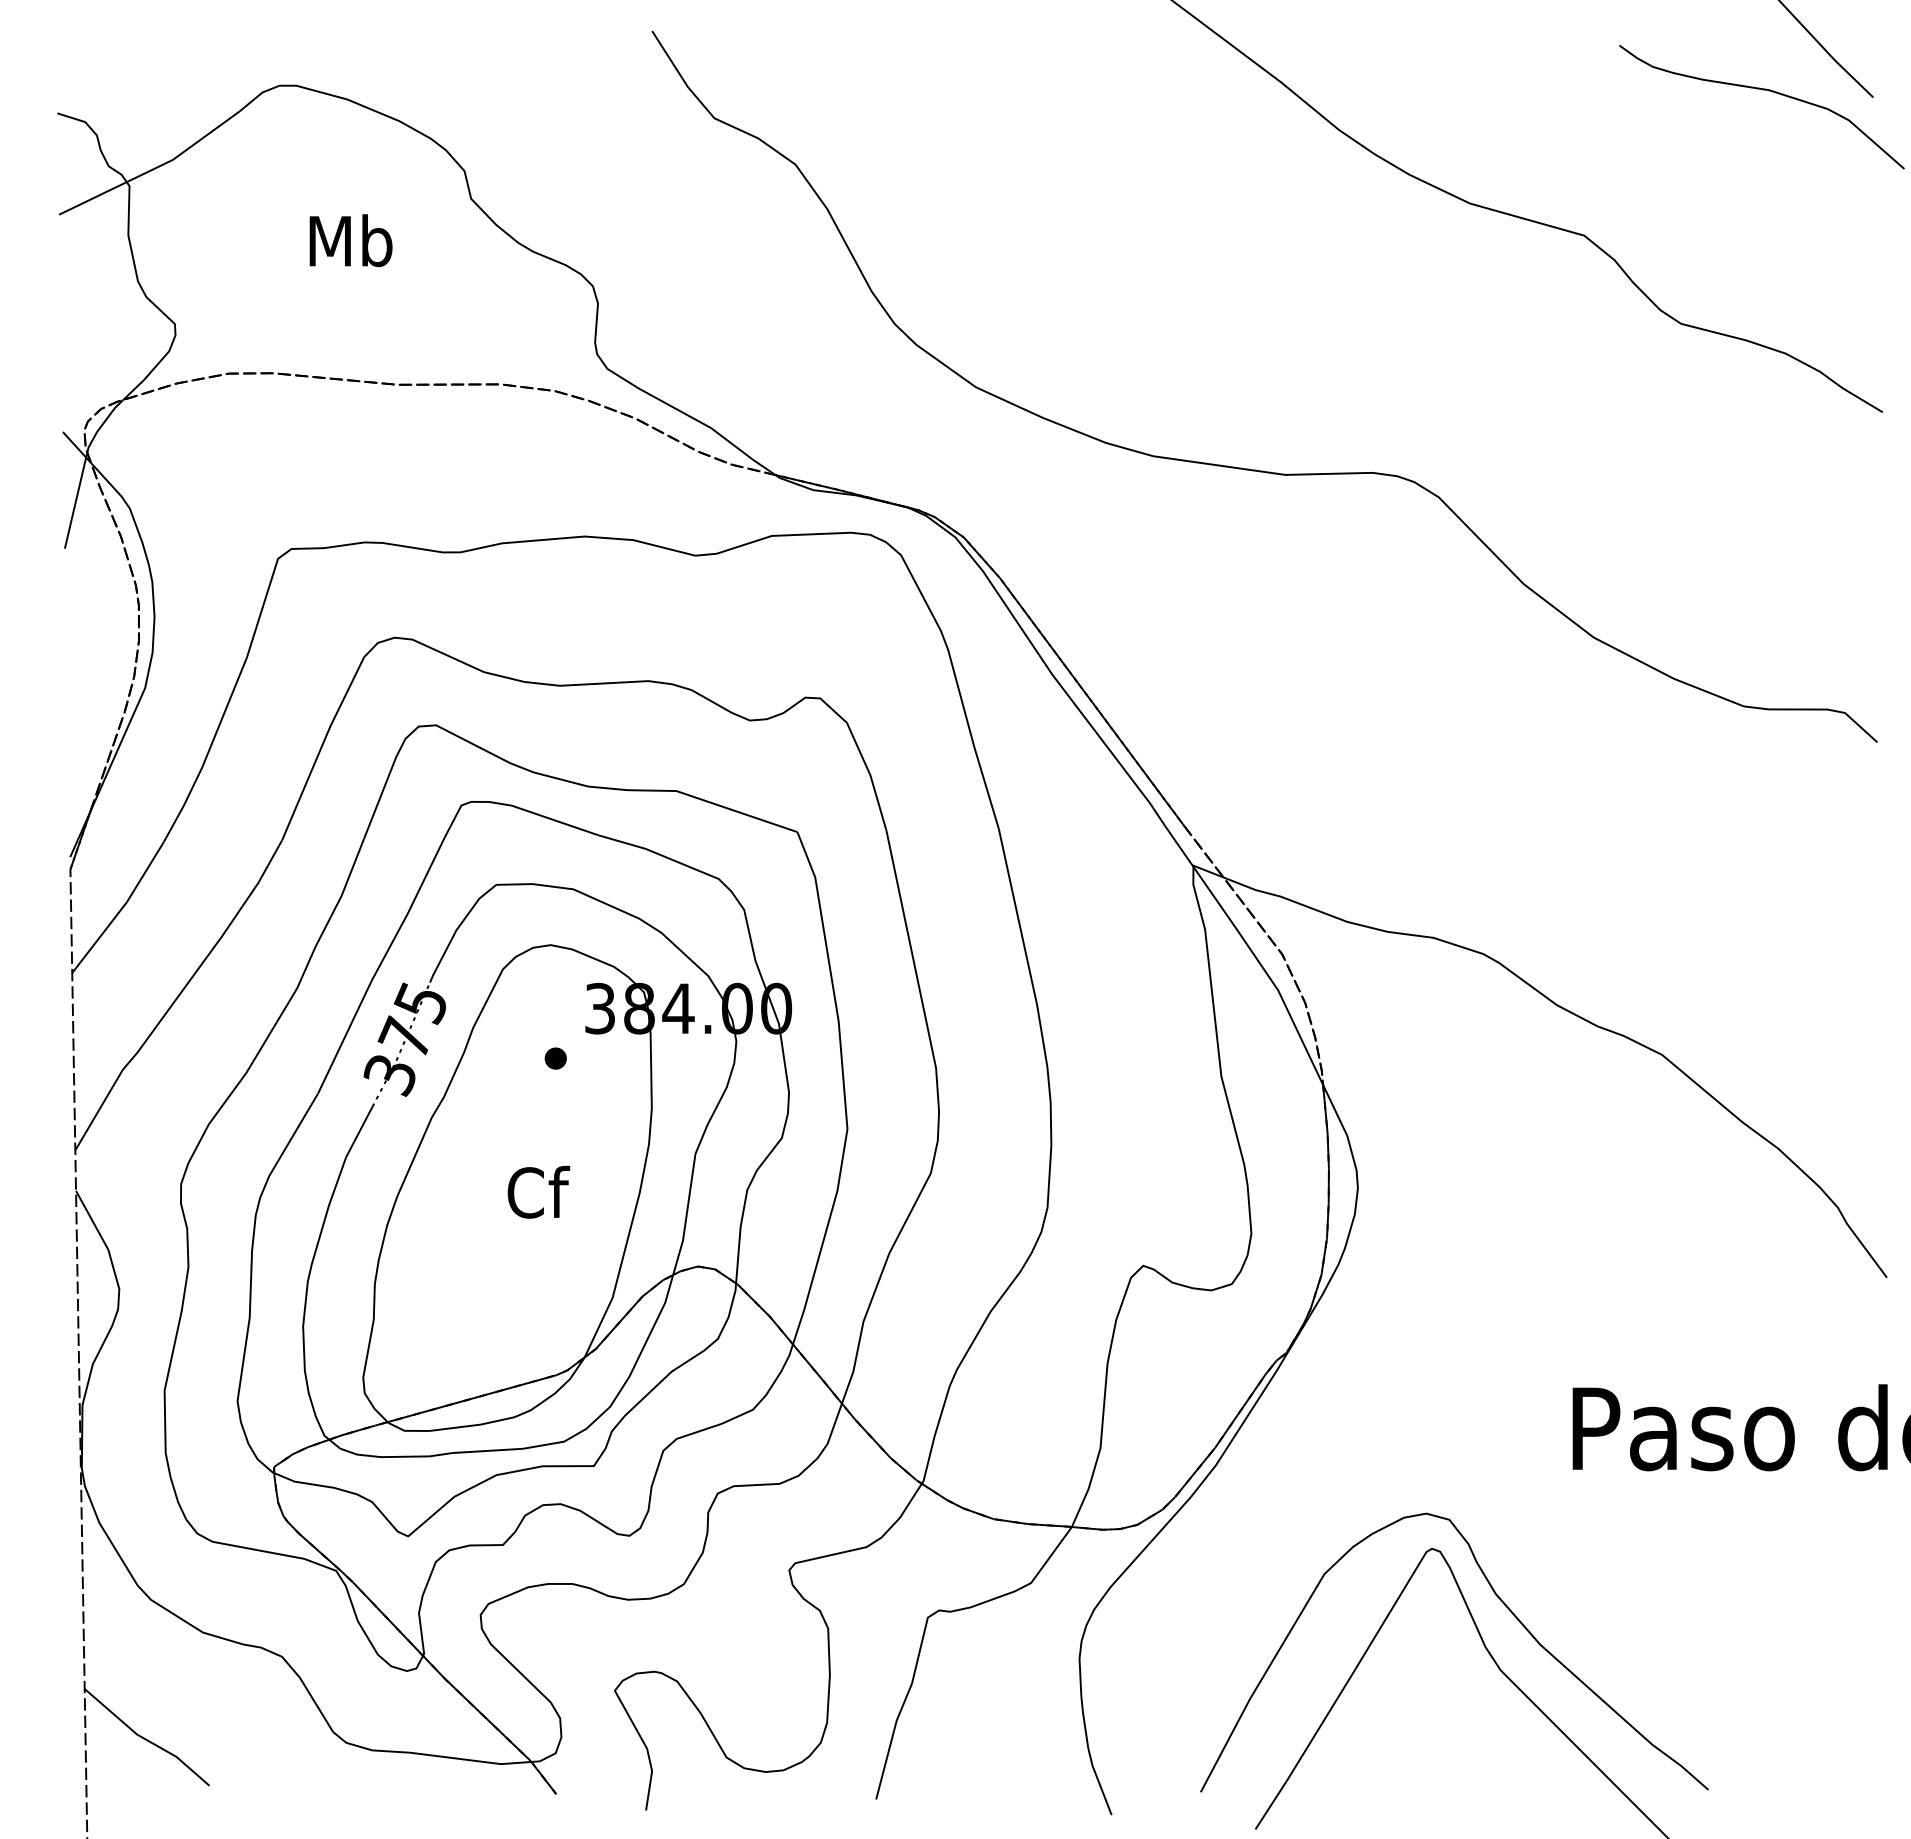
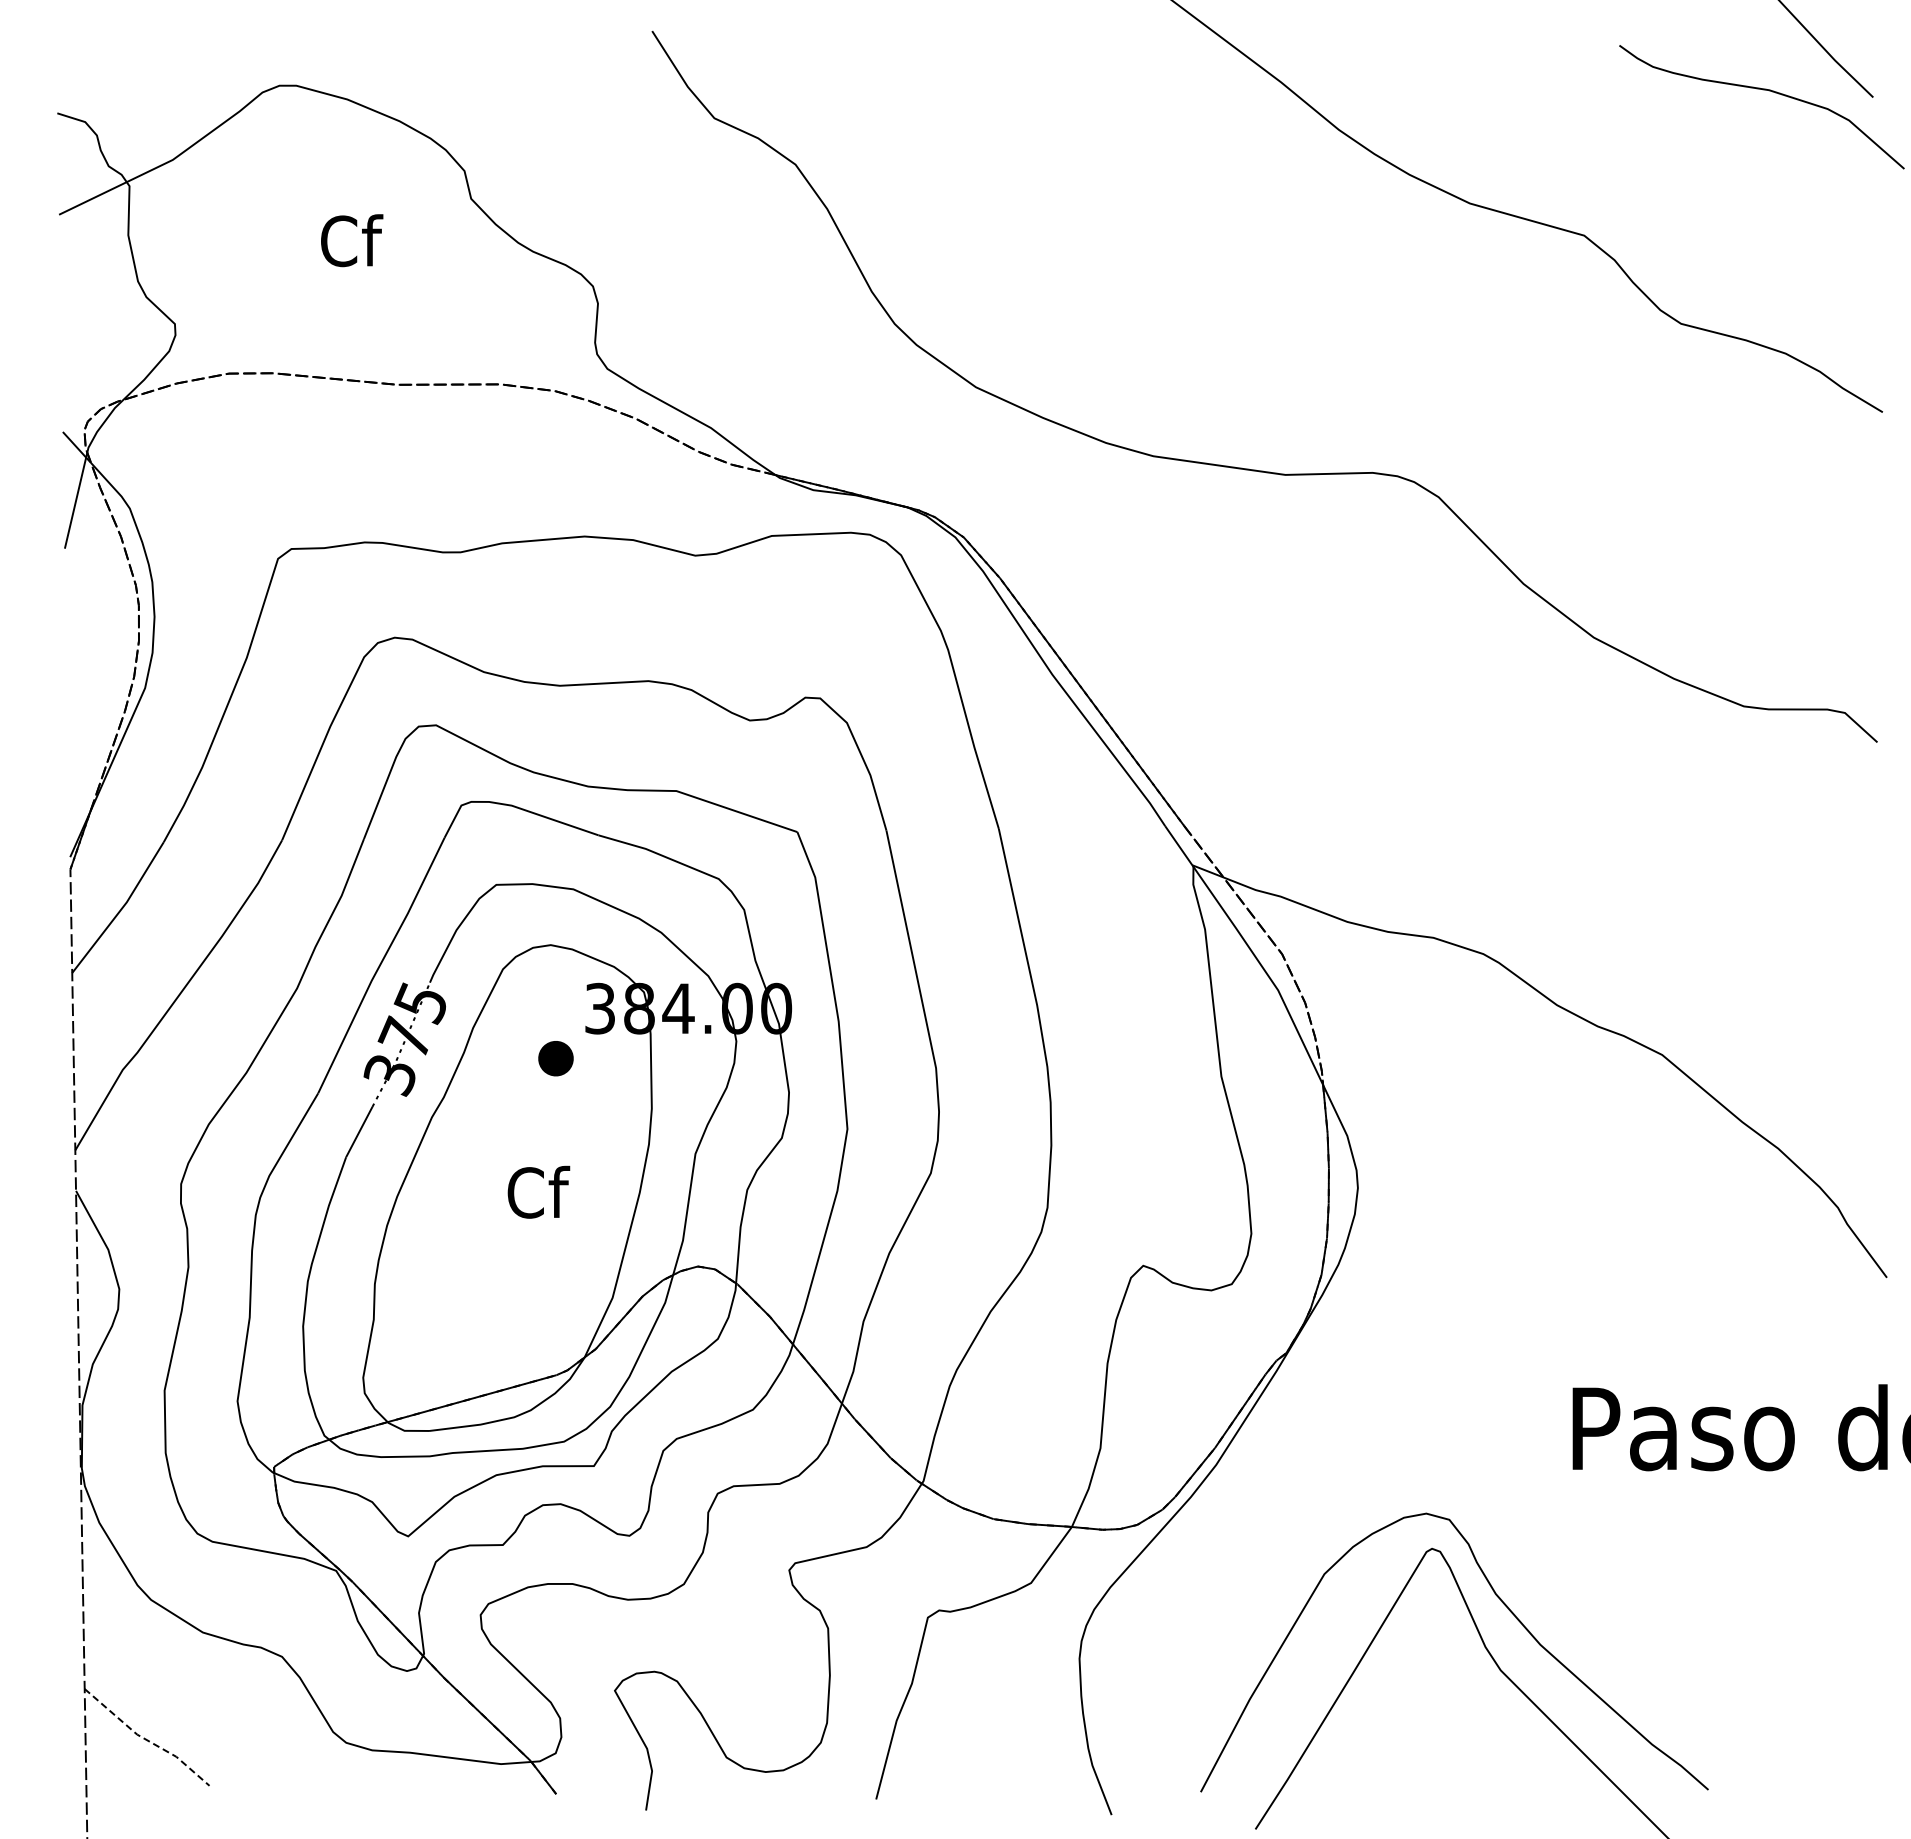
text at (350, 240): Mb -> Cf
part at (555, 1058) size: 23x23 px -> 36x36 px
line at (145, 1739): solid -> dashed
